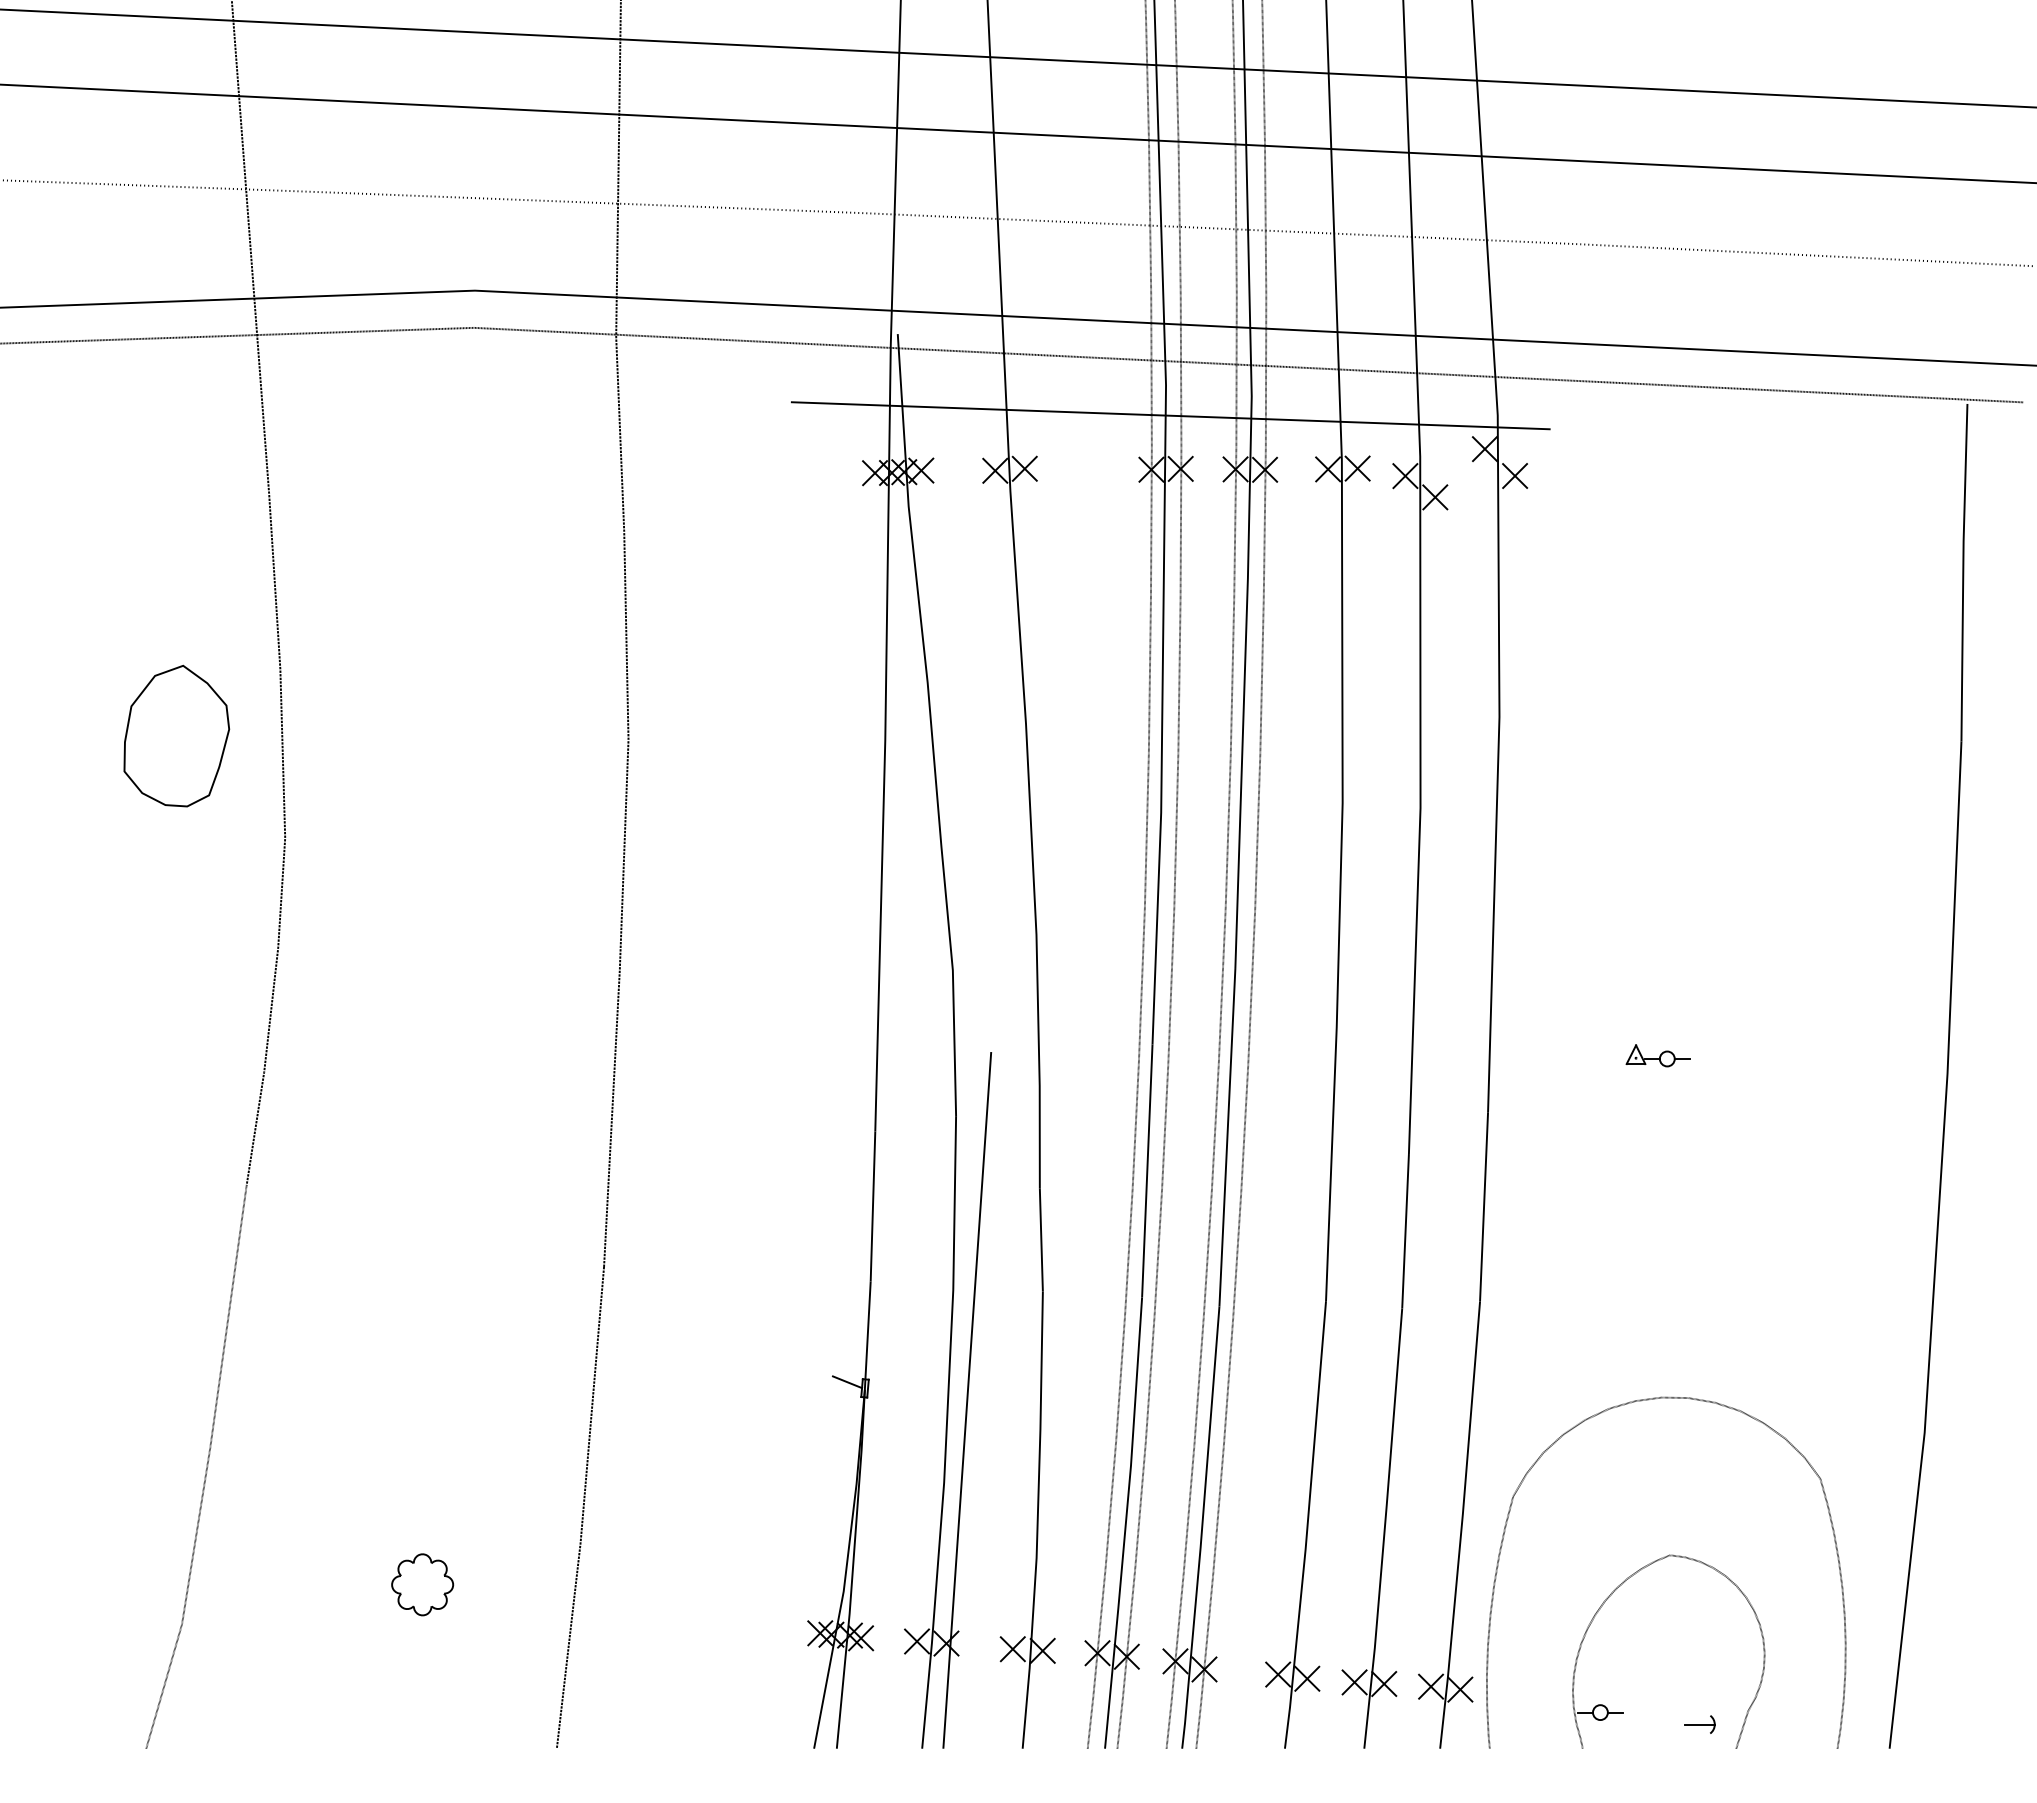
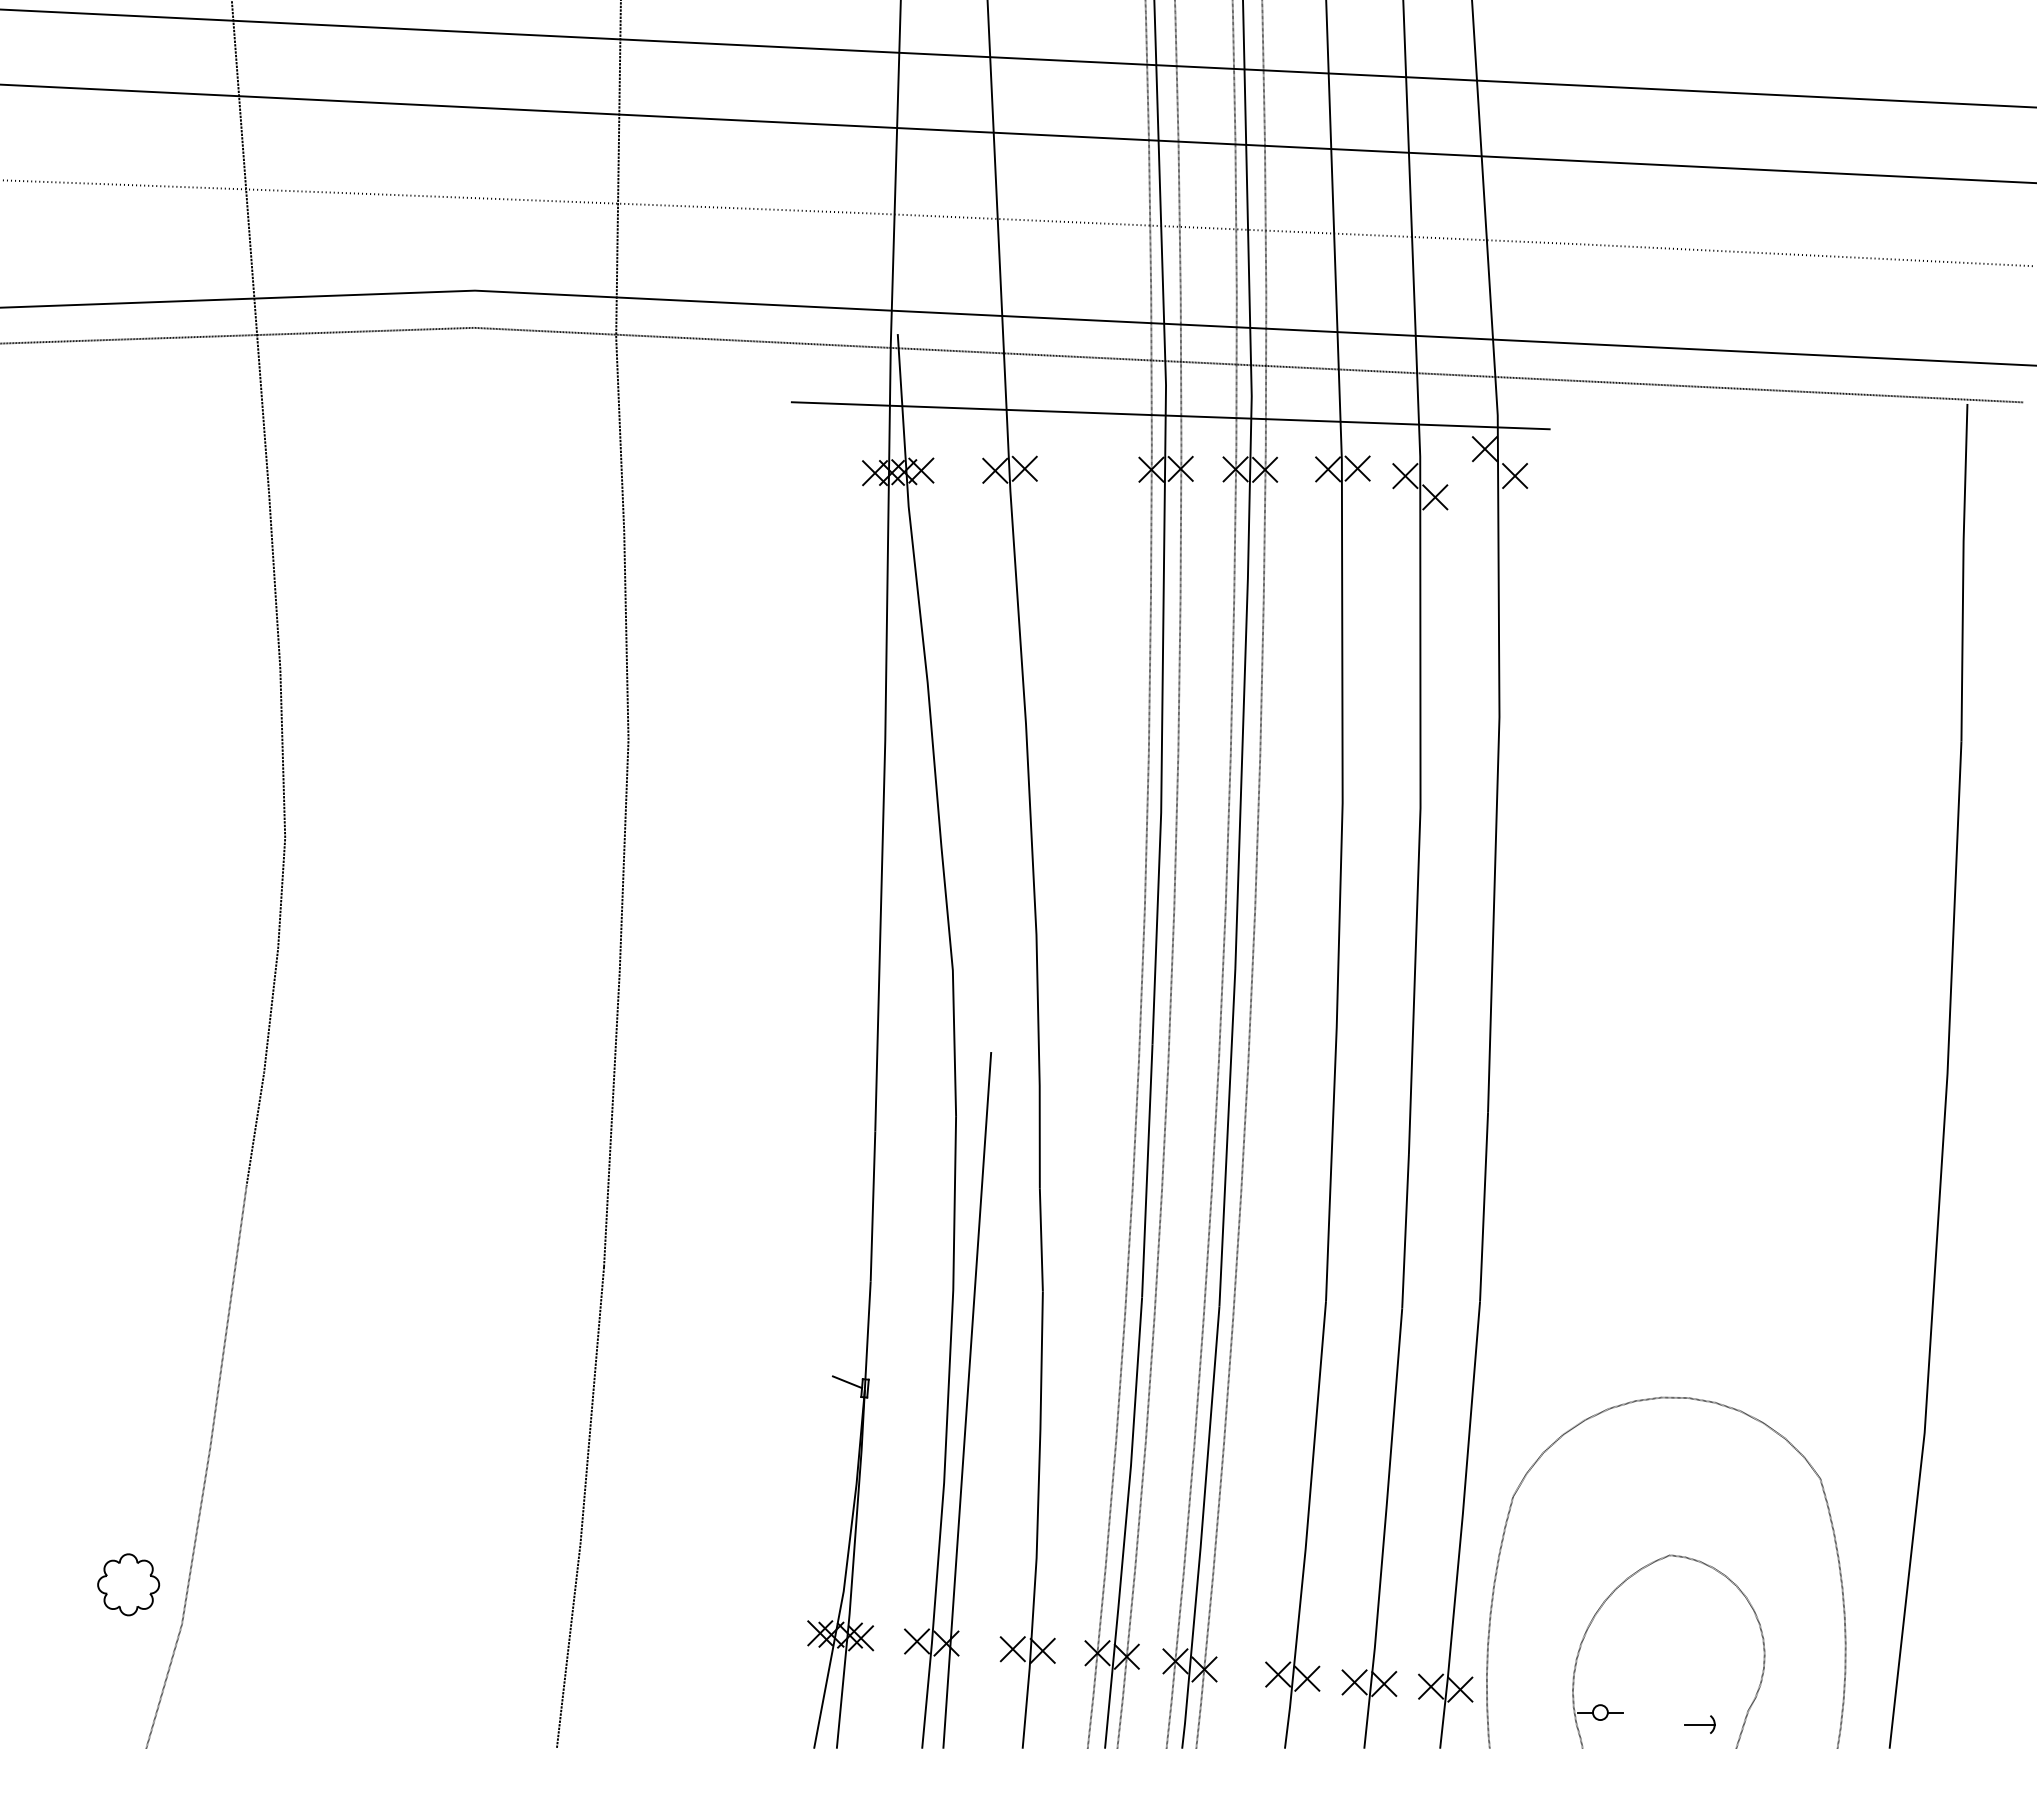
part at (176, 735): present -> none
part at (1657, 1055): present -> none
part at (422, 1584) position: (422, 1584) -> (128, 1584)
